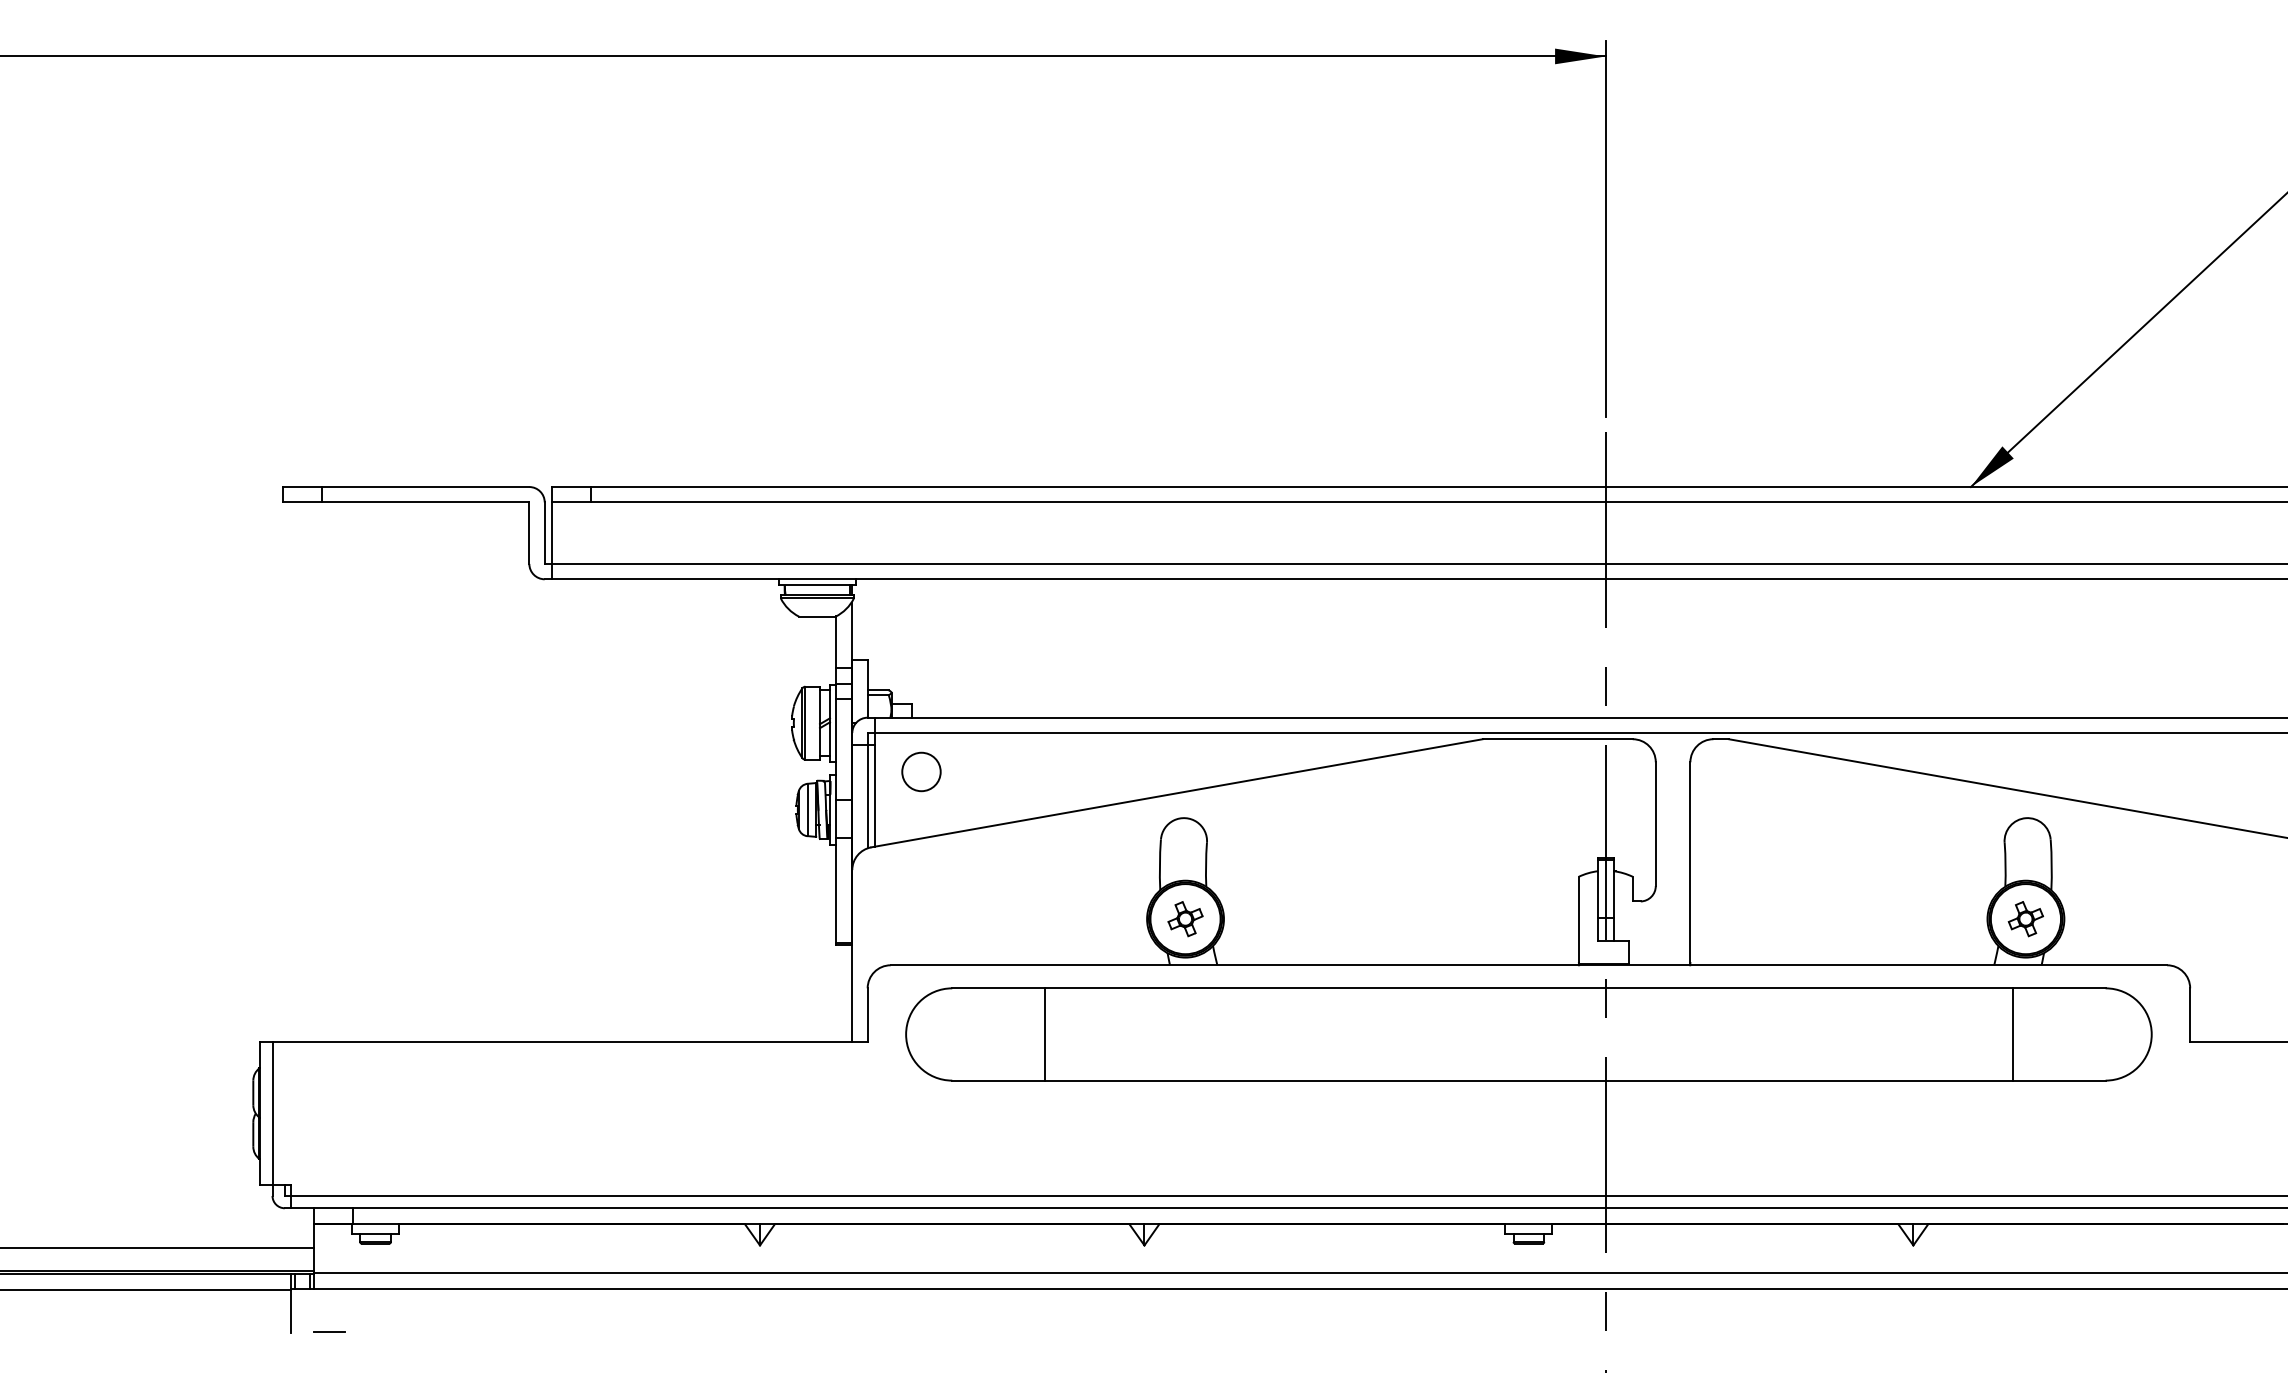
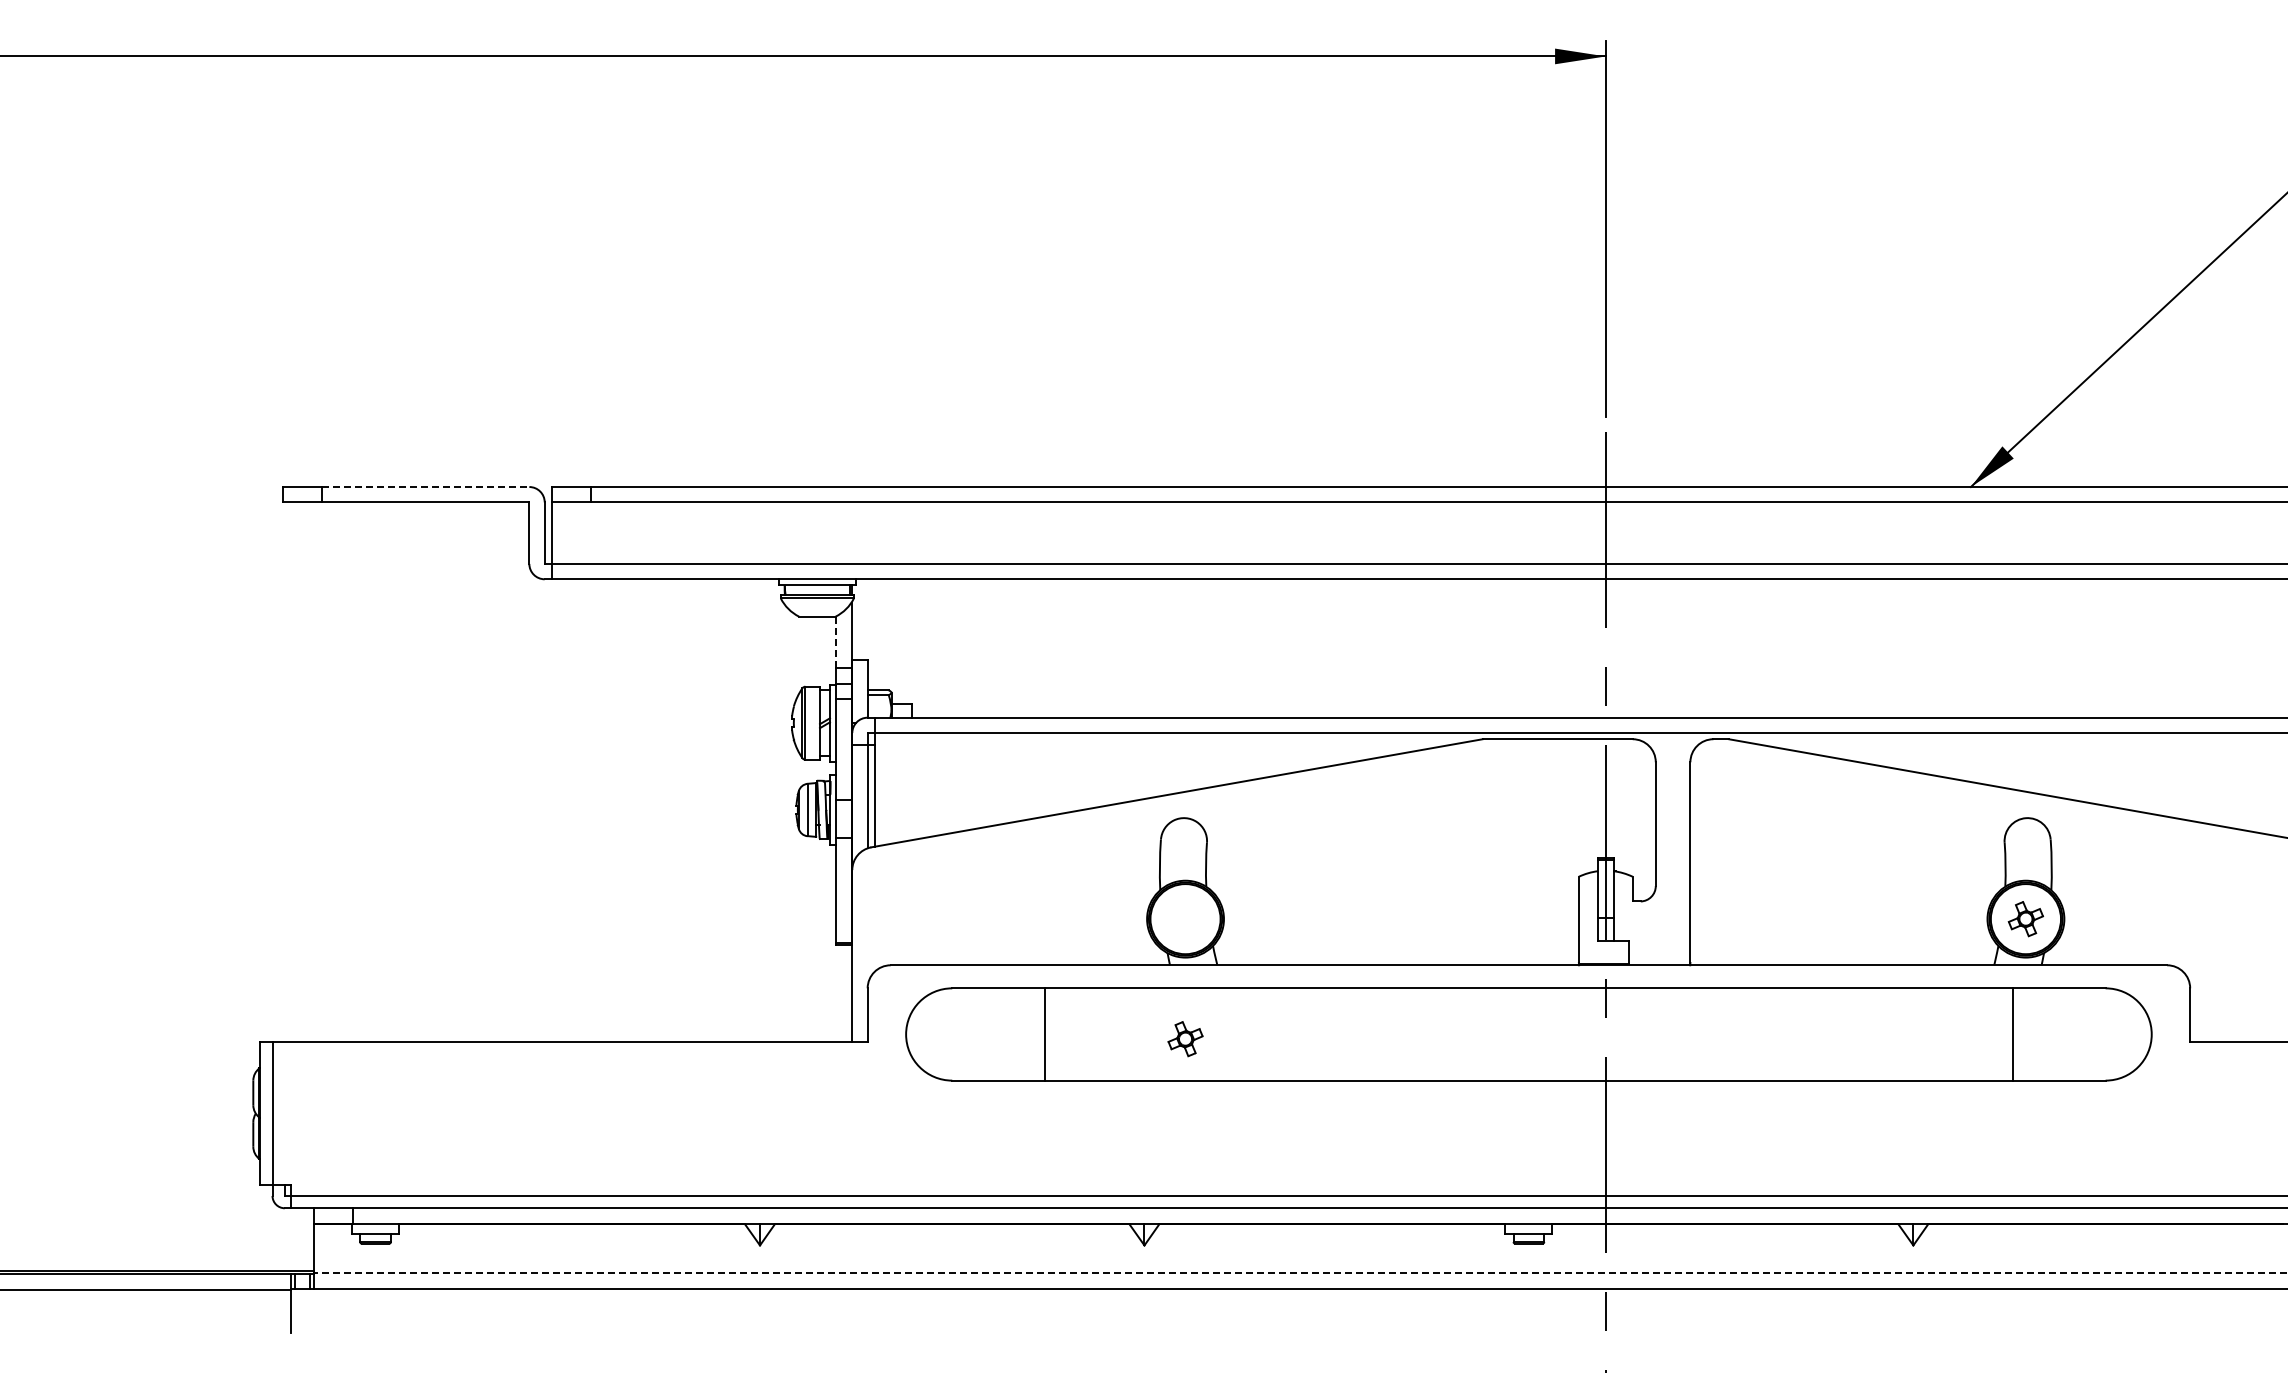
line at (425, 487): solid -> dashed
line at (836, 641): solid -> dashed
circle at (921, 771): present -> none
part at (1185, 919) position: (1185, 919) -> (1185, 1039)
line at (158, 1248): present -> none
line at (1300, 1272): solid -> dashed
line at (329, 1331): present -> none
